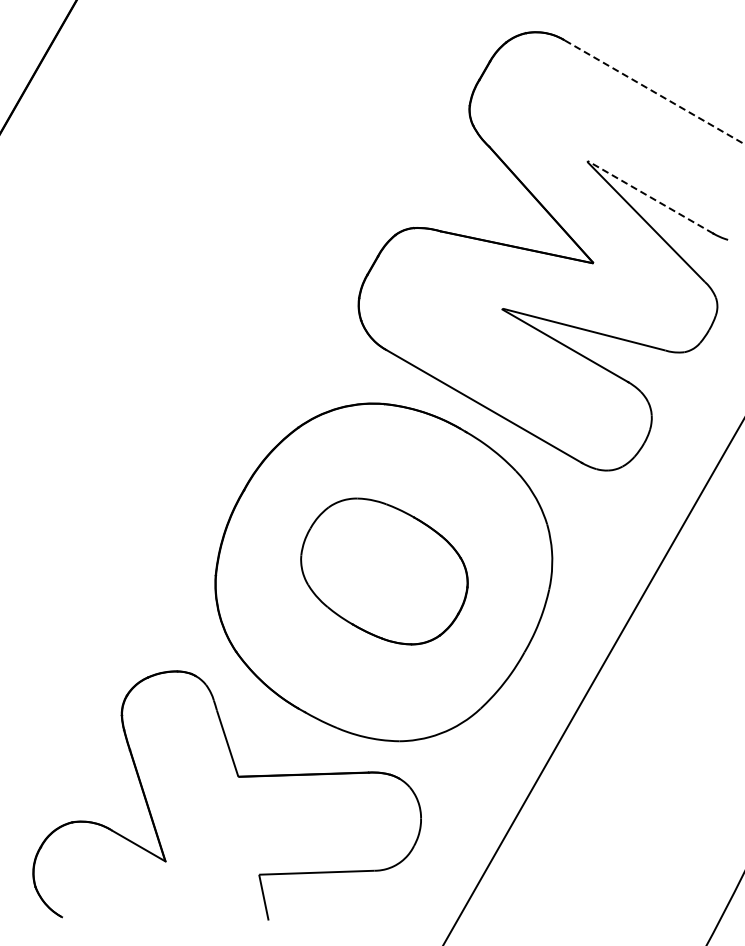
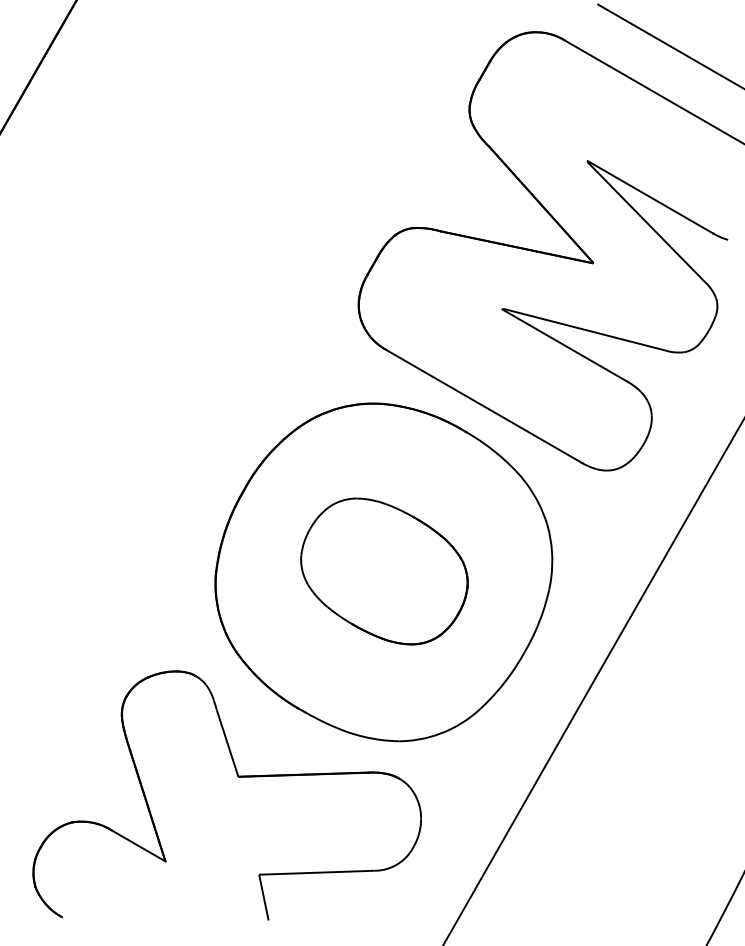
line at (669, 45): none -> present
line at (654, 92): dashed -> solid
line at (650, 197): dashed -> solid
